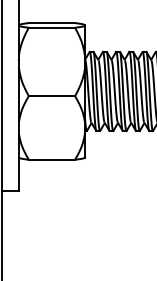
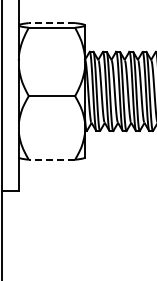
line at (51, 23): solid -> dashed
line at (51, 159): solid -> dashed
